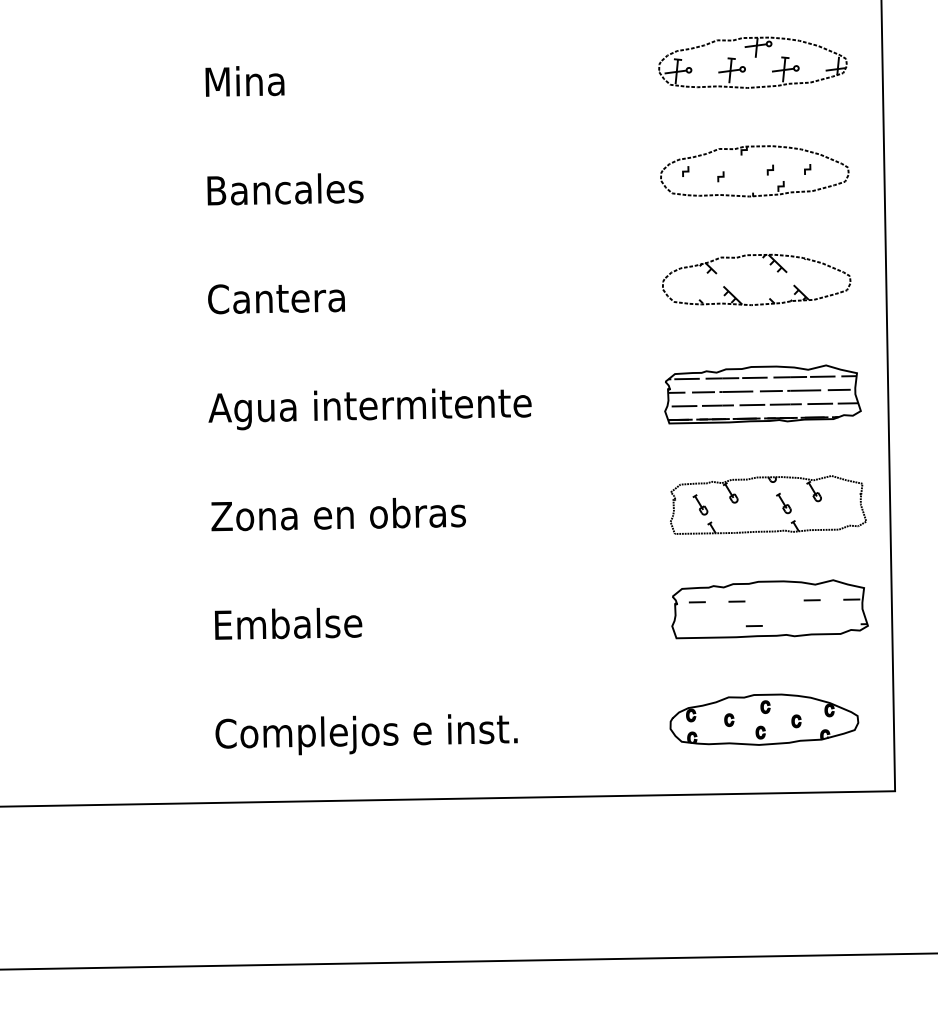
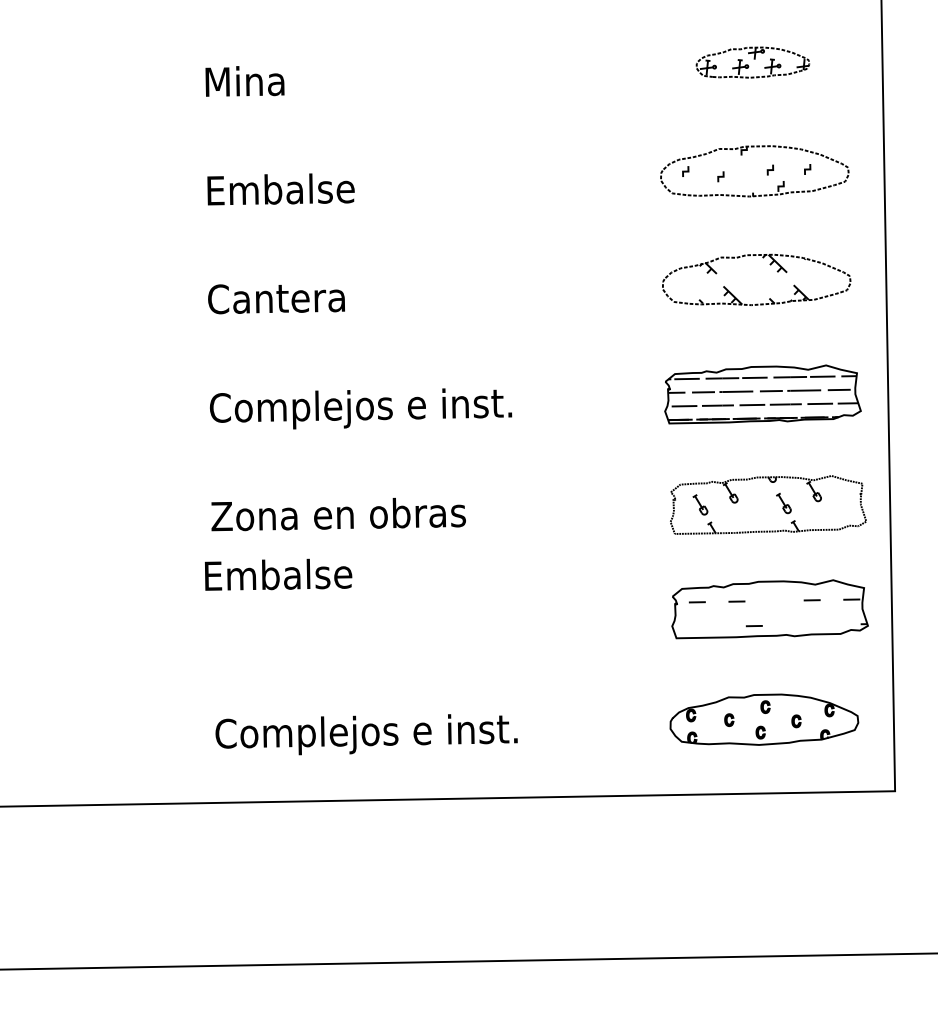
part at (752, 62) size: 190x53 px -> 116x33 px
text at (290, 189): Bancales -> Embalse
text at (369, 409): Agua intermitente -> Complejos e inst.
text at (288, 623) position: (288, 623) -> (278, 574)
